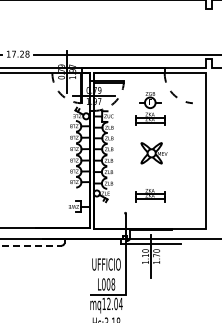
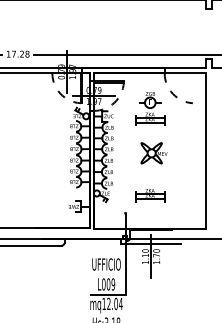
line at (30, 245): dashed -> solid
text at (113, 284): L008 -> L009
